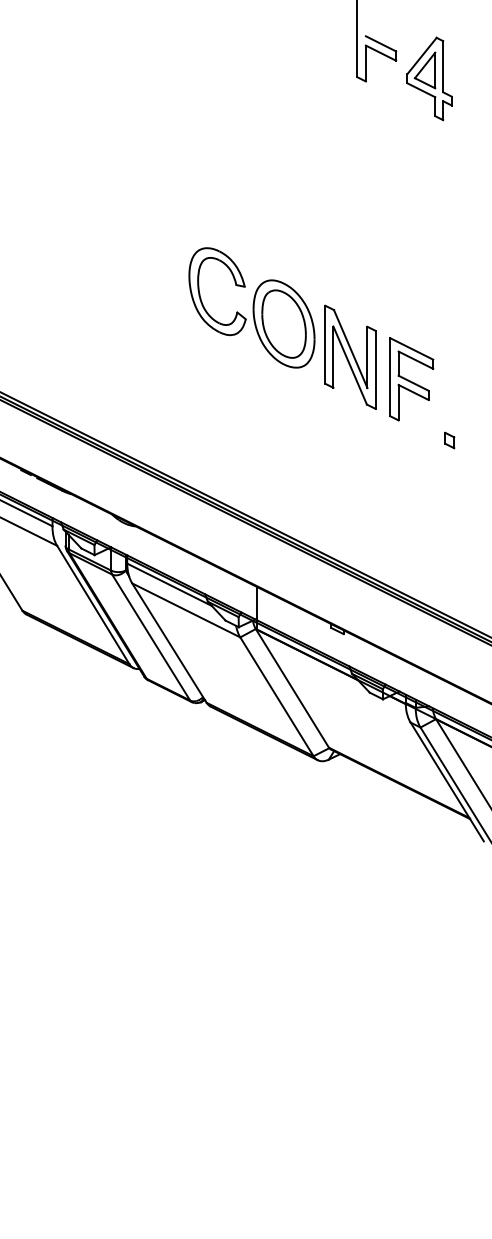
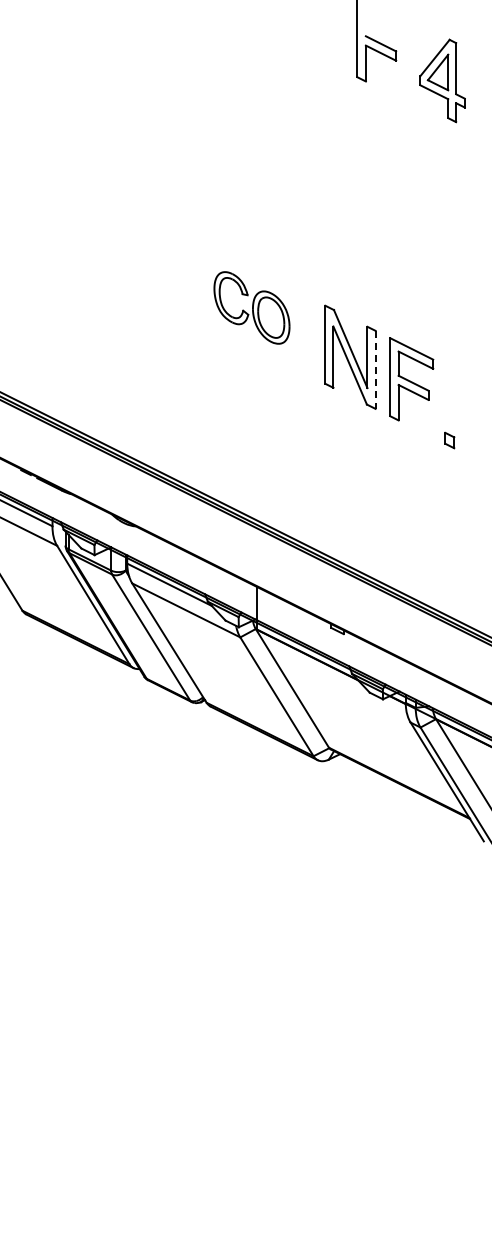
part at (429, 78) position: (429, 78) -> (442, 80)
part at (251, 307) size: 128x122 px -> 78x74 px
line at (375, 370): solid -> dashed
